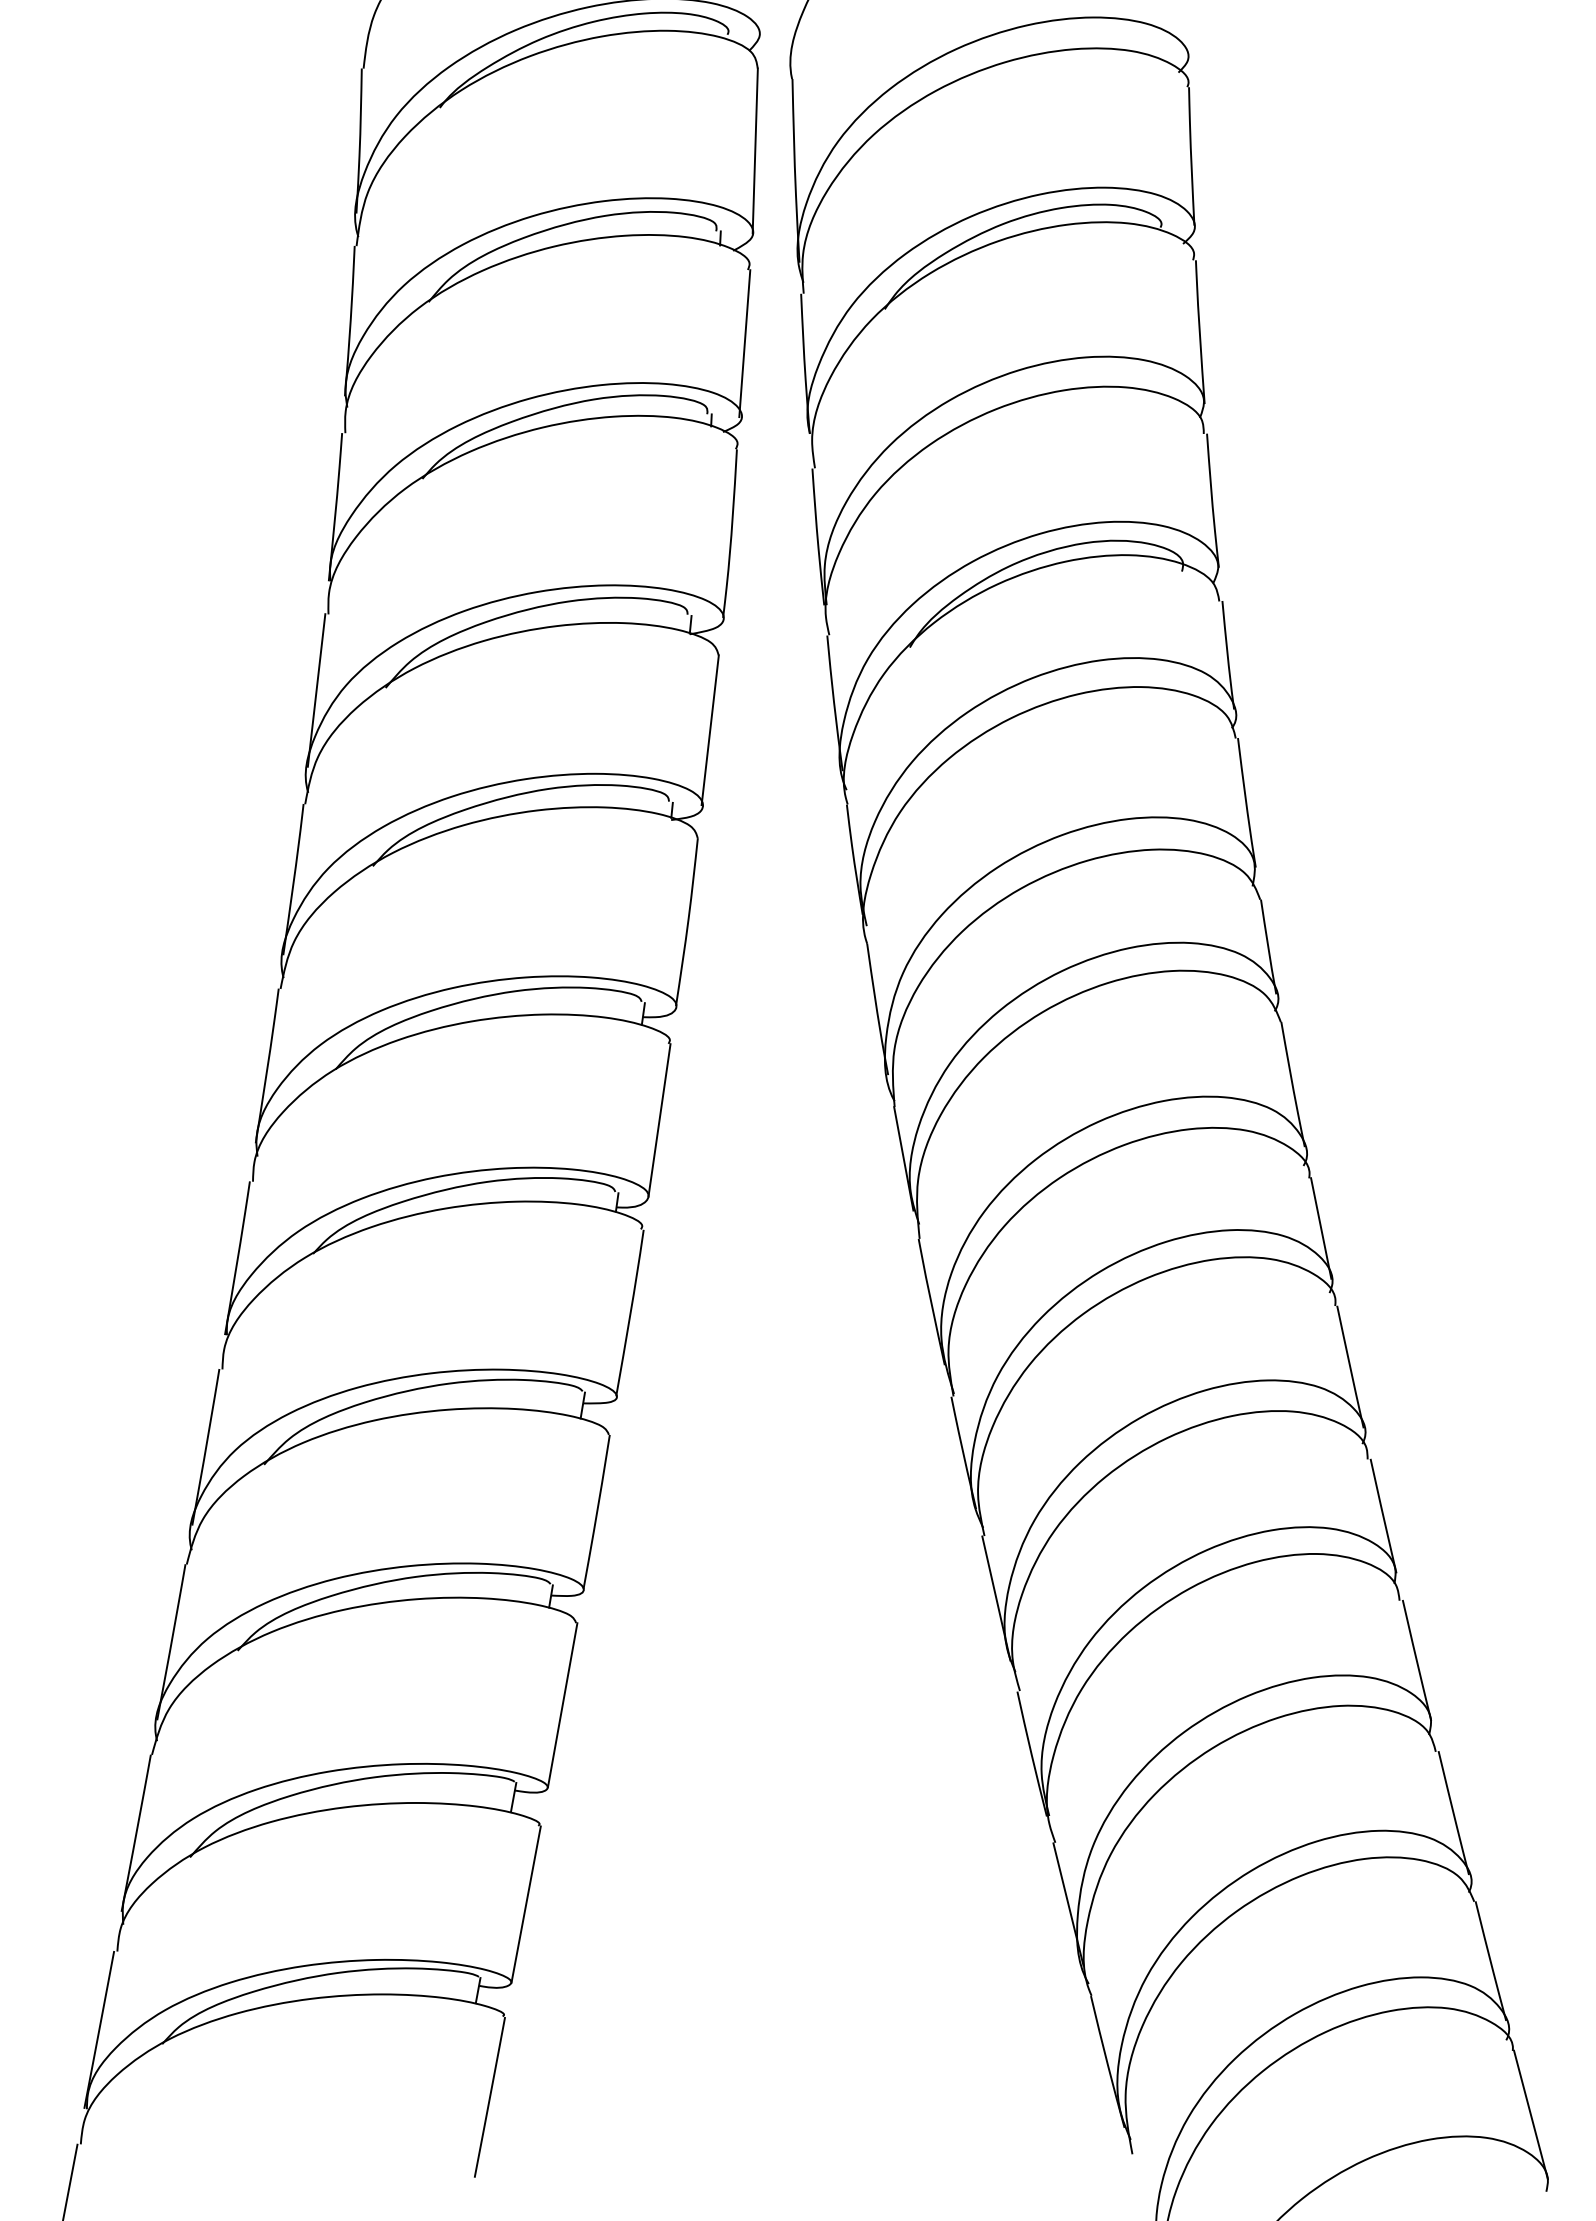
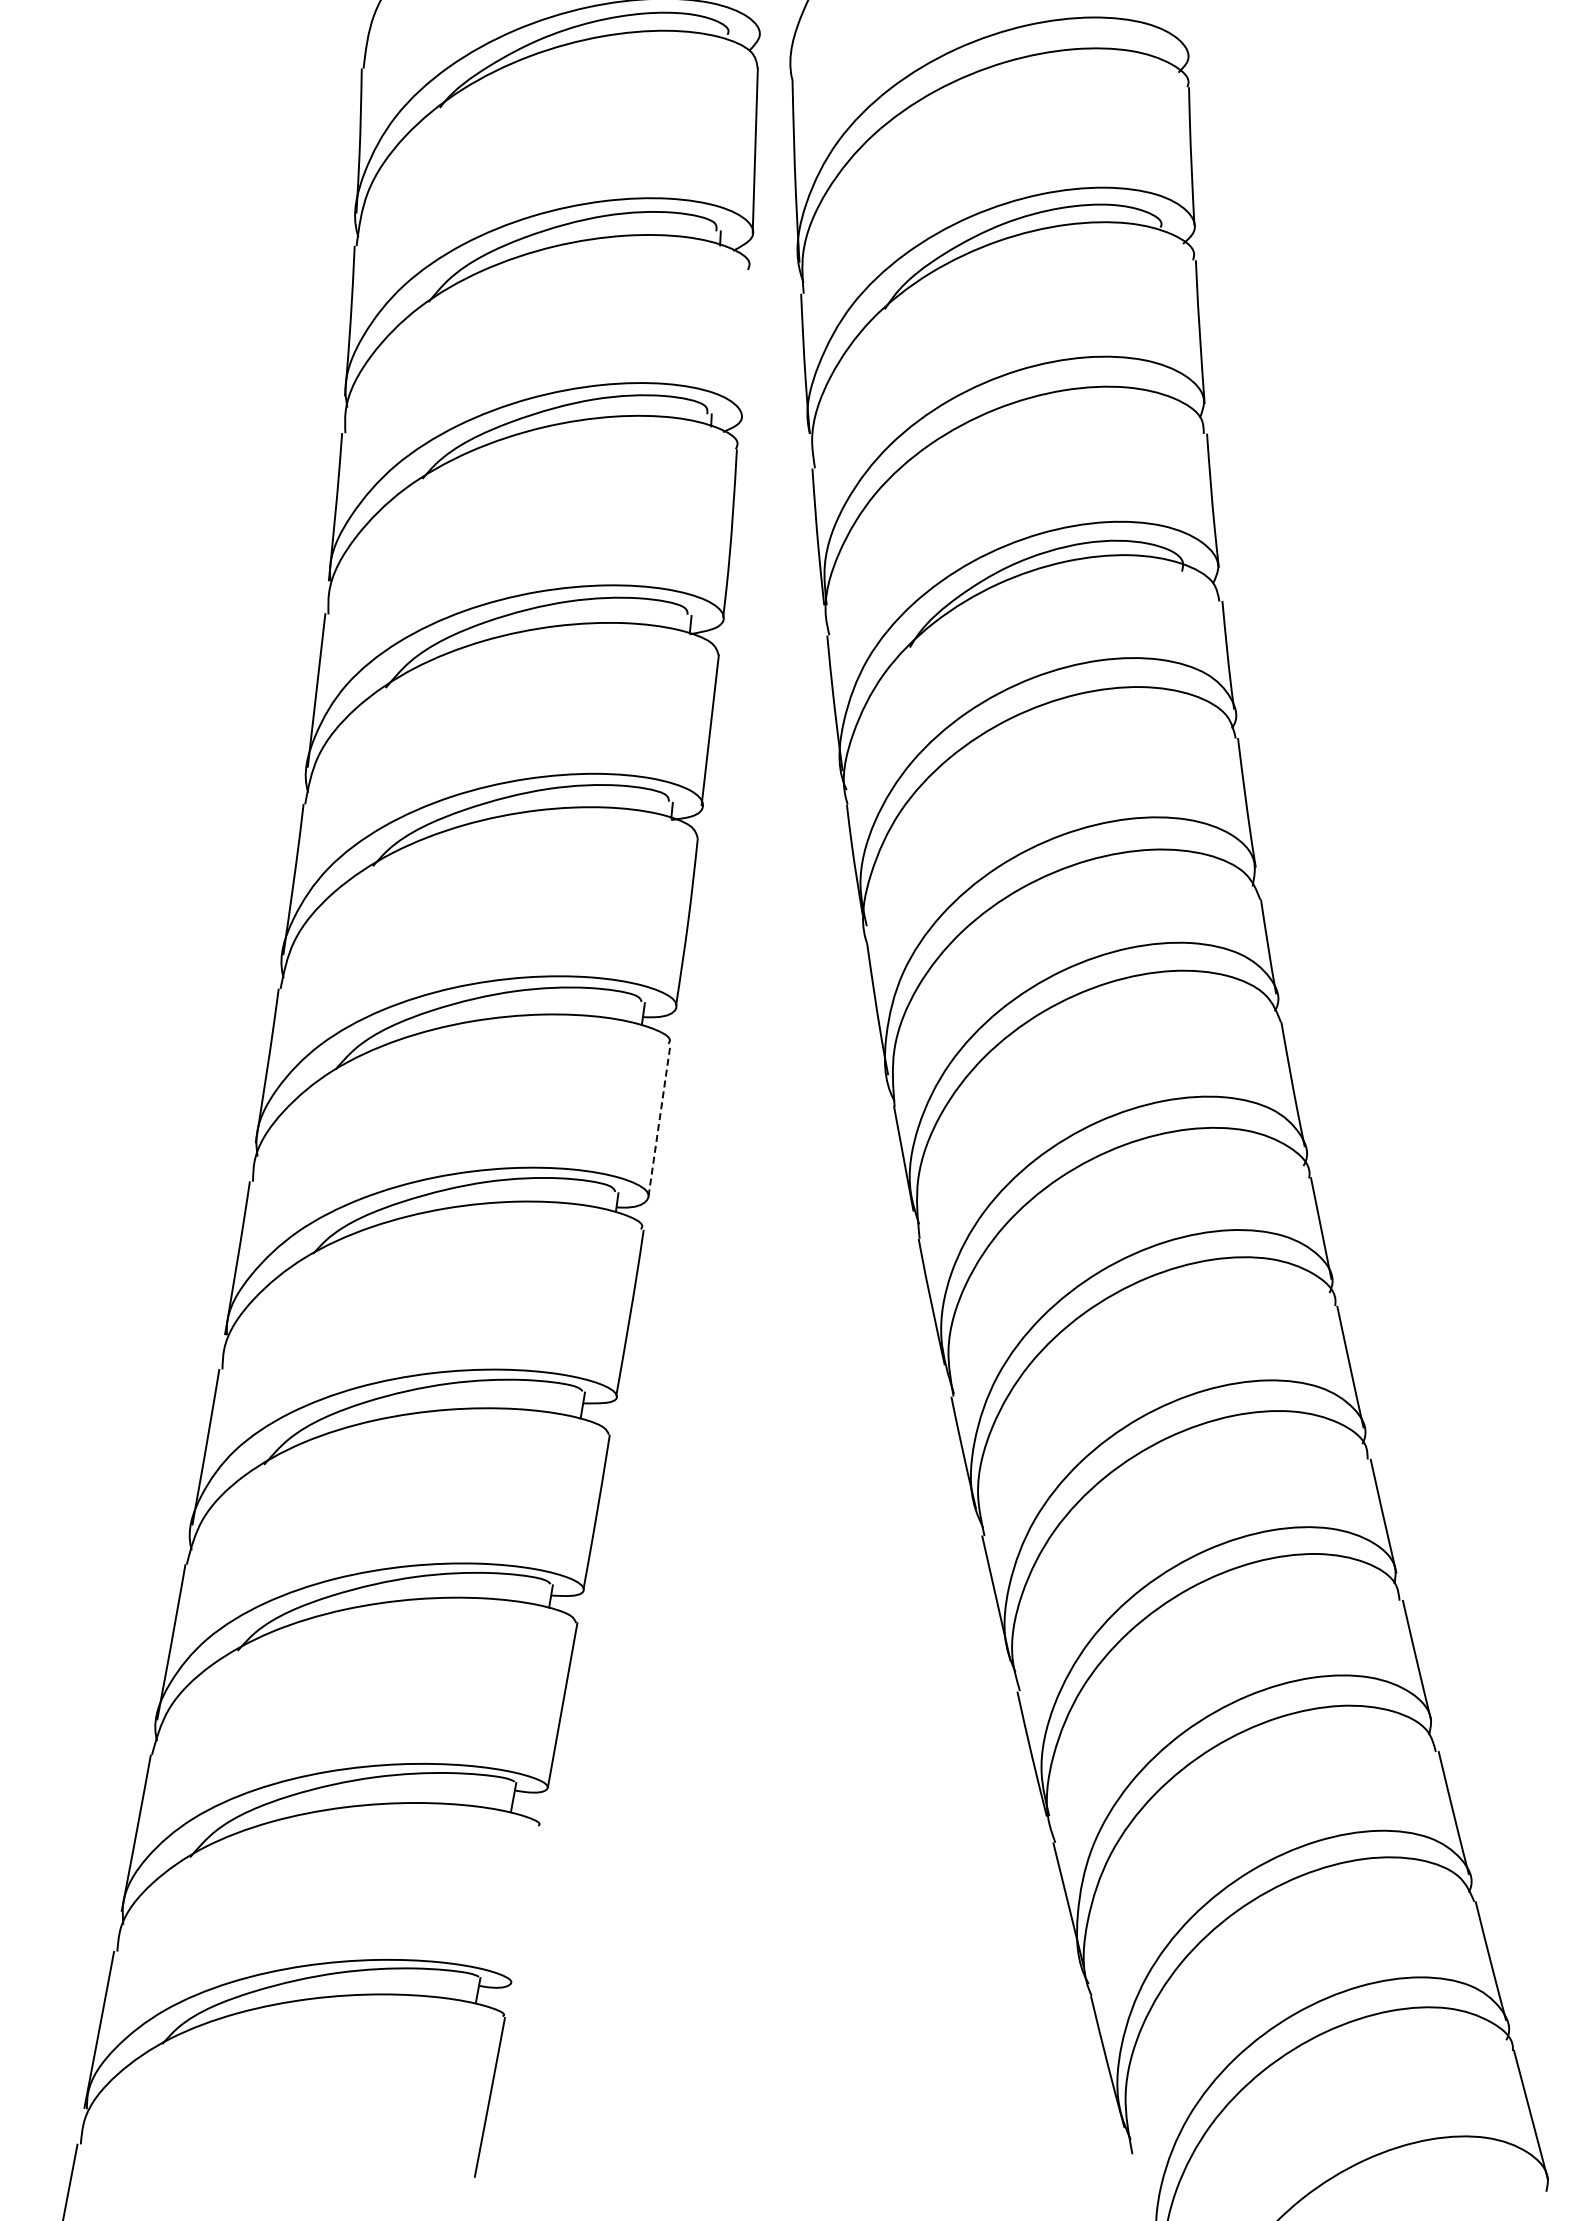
line at (744, 343): present -> none
line at (659, 1120): solid -> dashed
line at (525, 1904): present -> none
